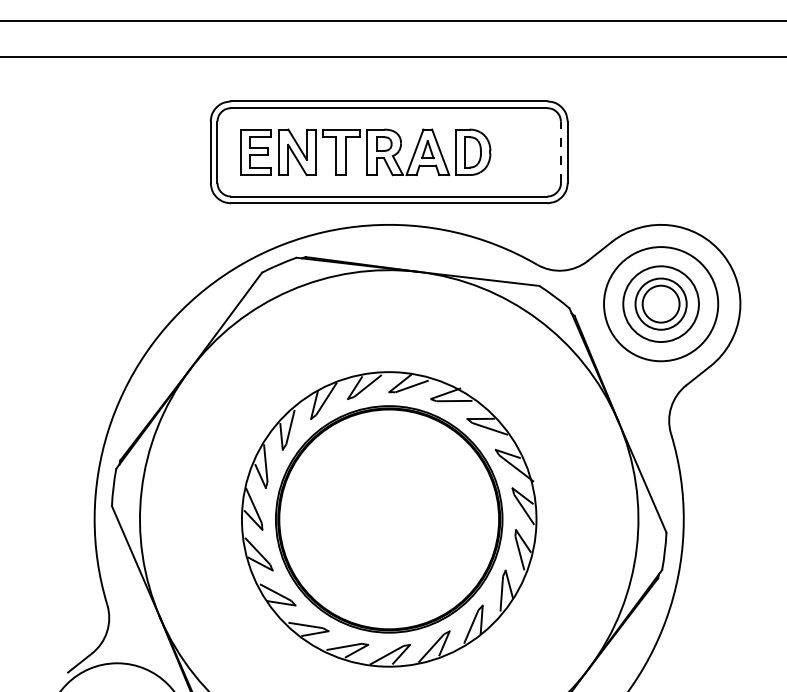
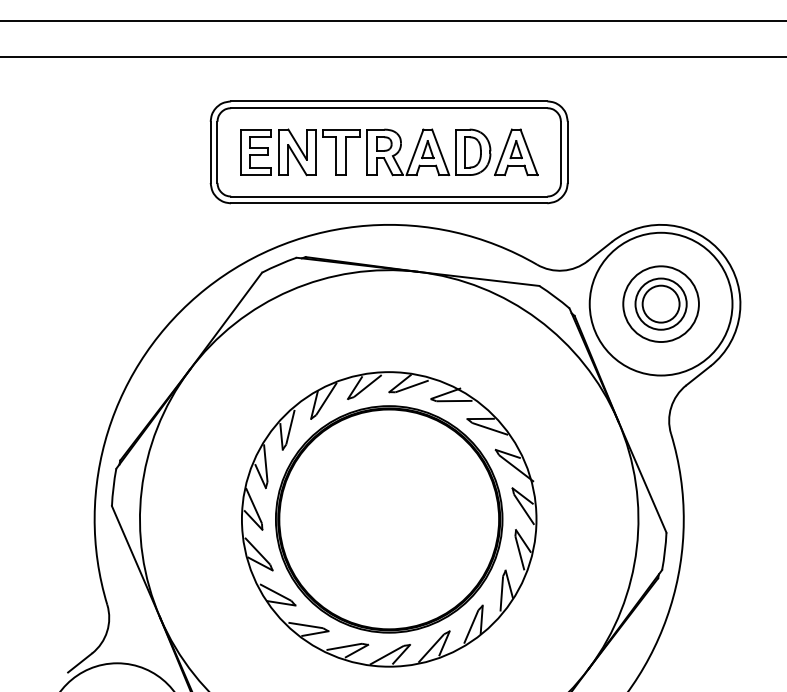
part at (516, 152): none -> present
line at (560, 152): dashed -> solid
circle at (661, 304) diameter: 114 px -> 143 px
